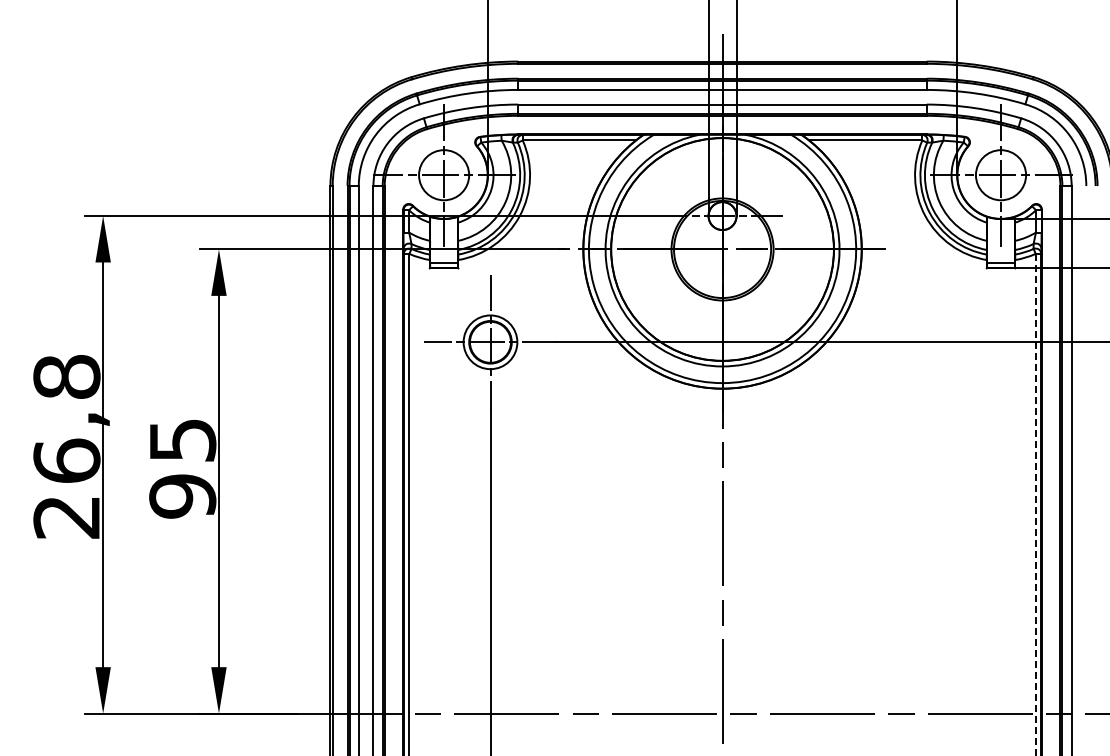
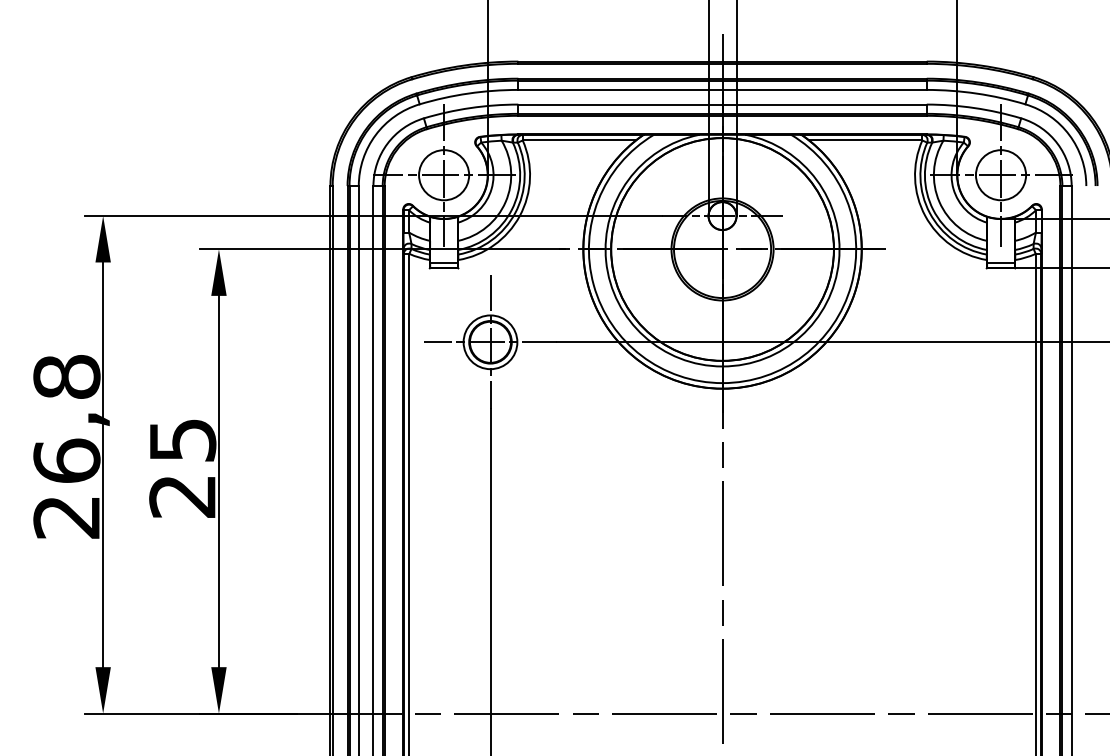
text at (182, 496): 95 -> 25
line at (1035, 504): dashed -> solid
